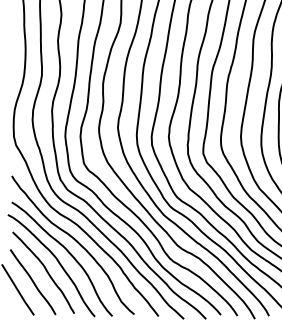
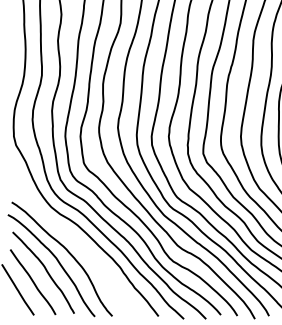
curve at (75, 241): present -> none
